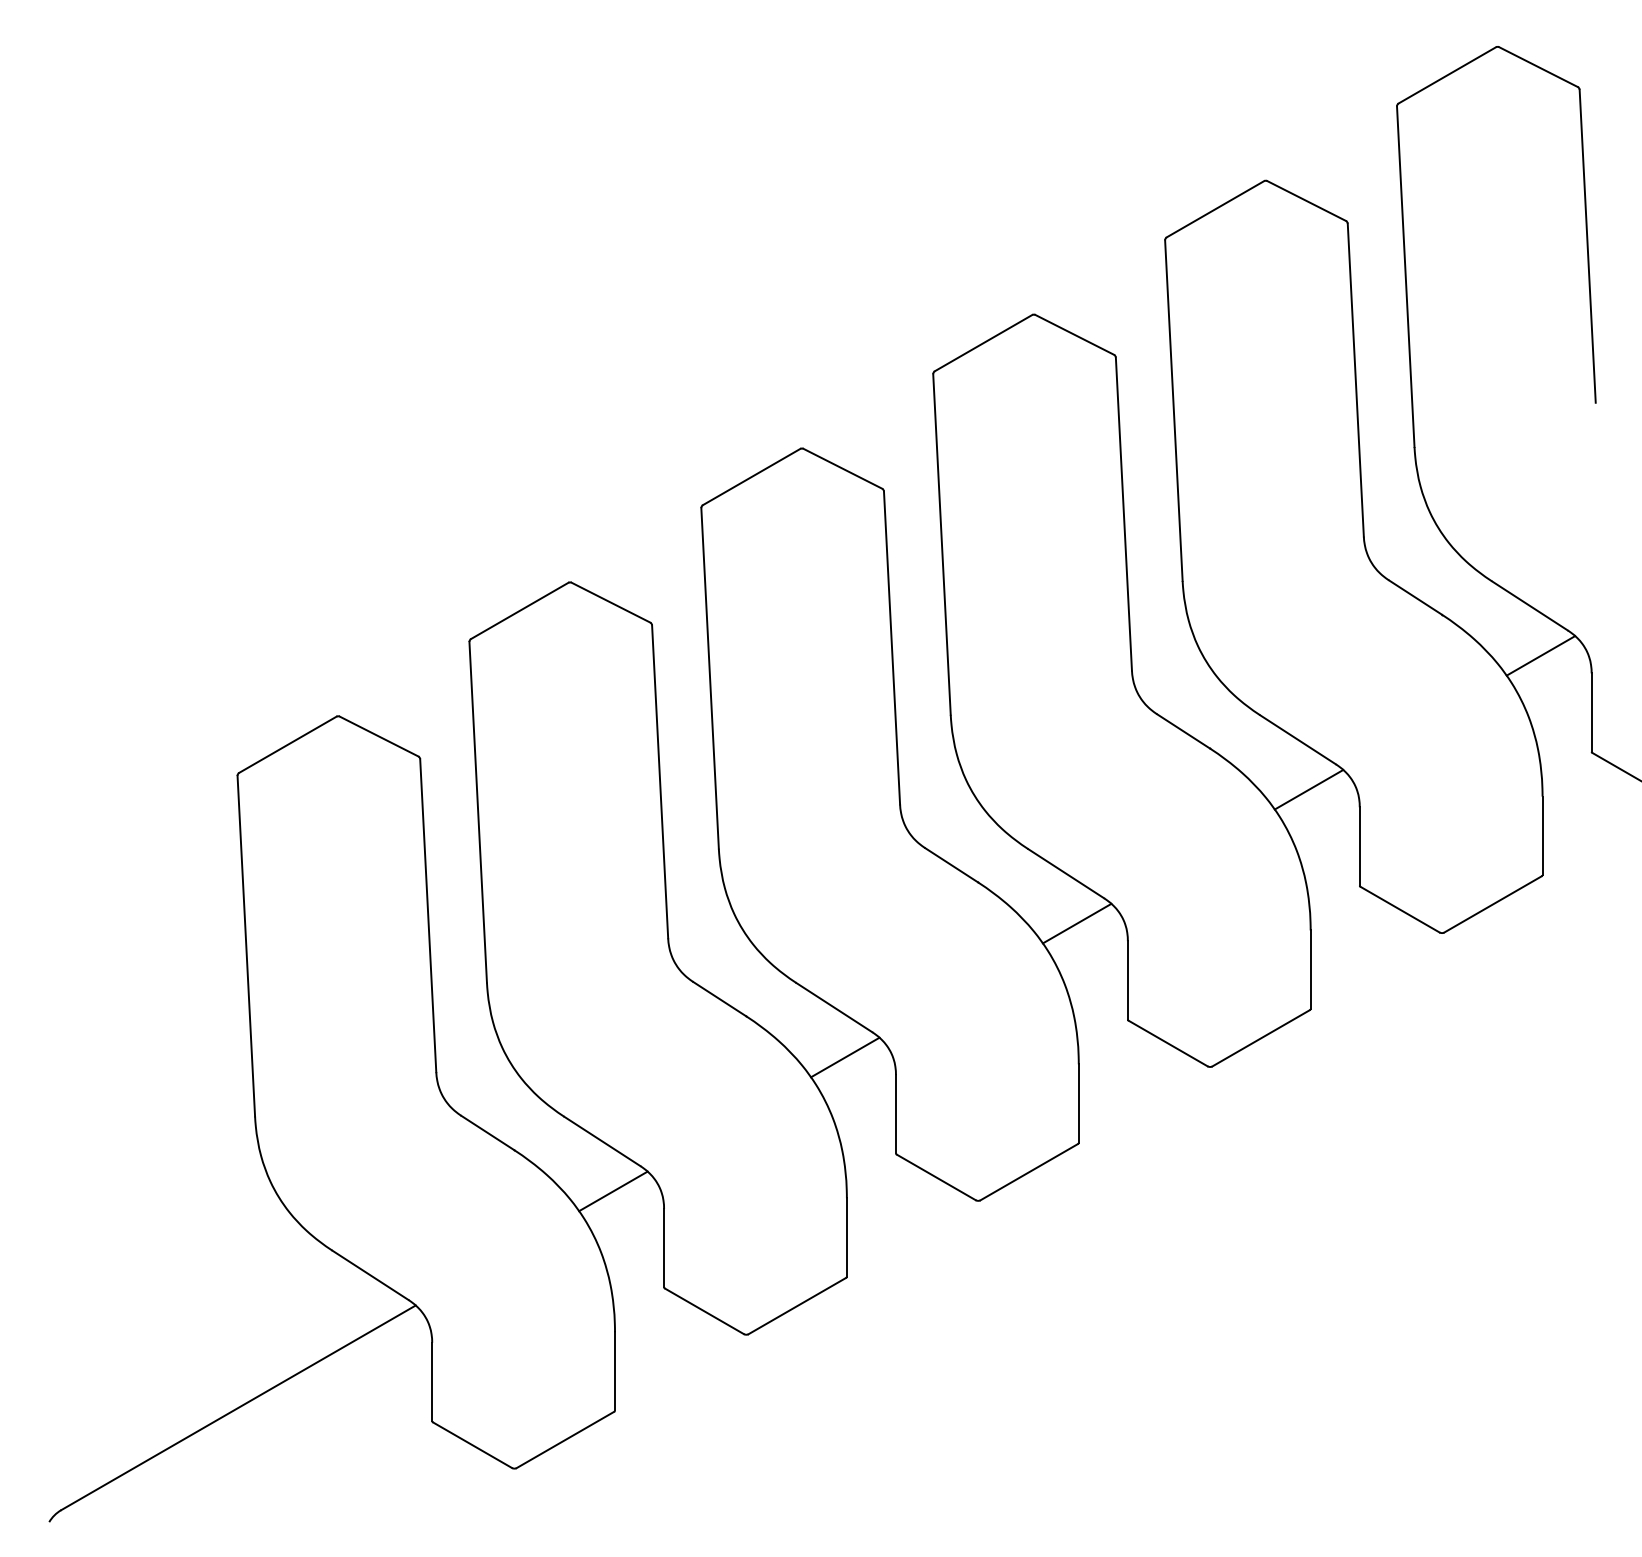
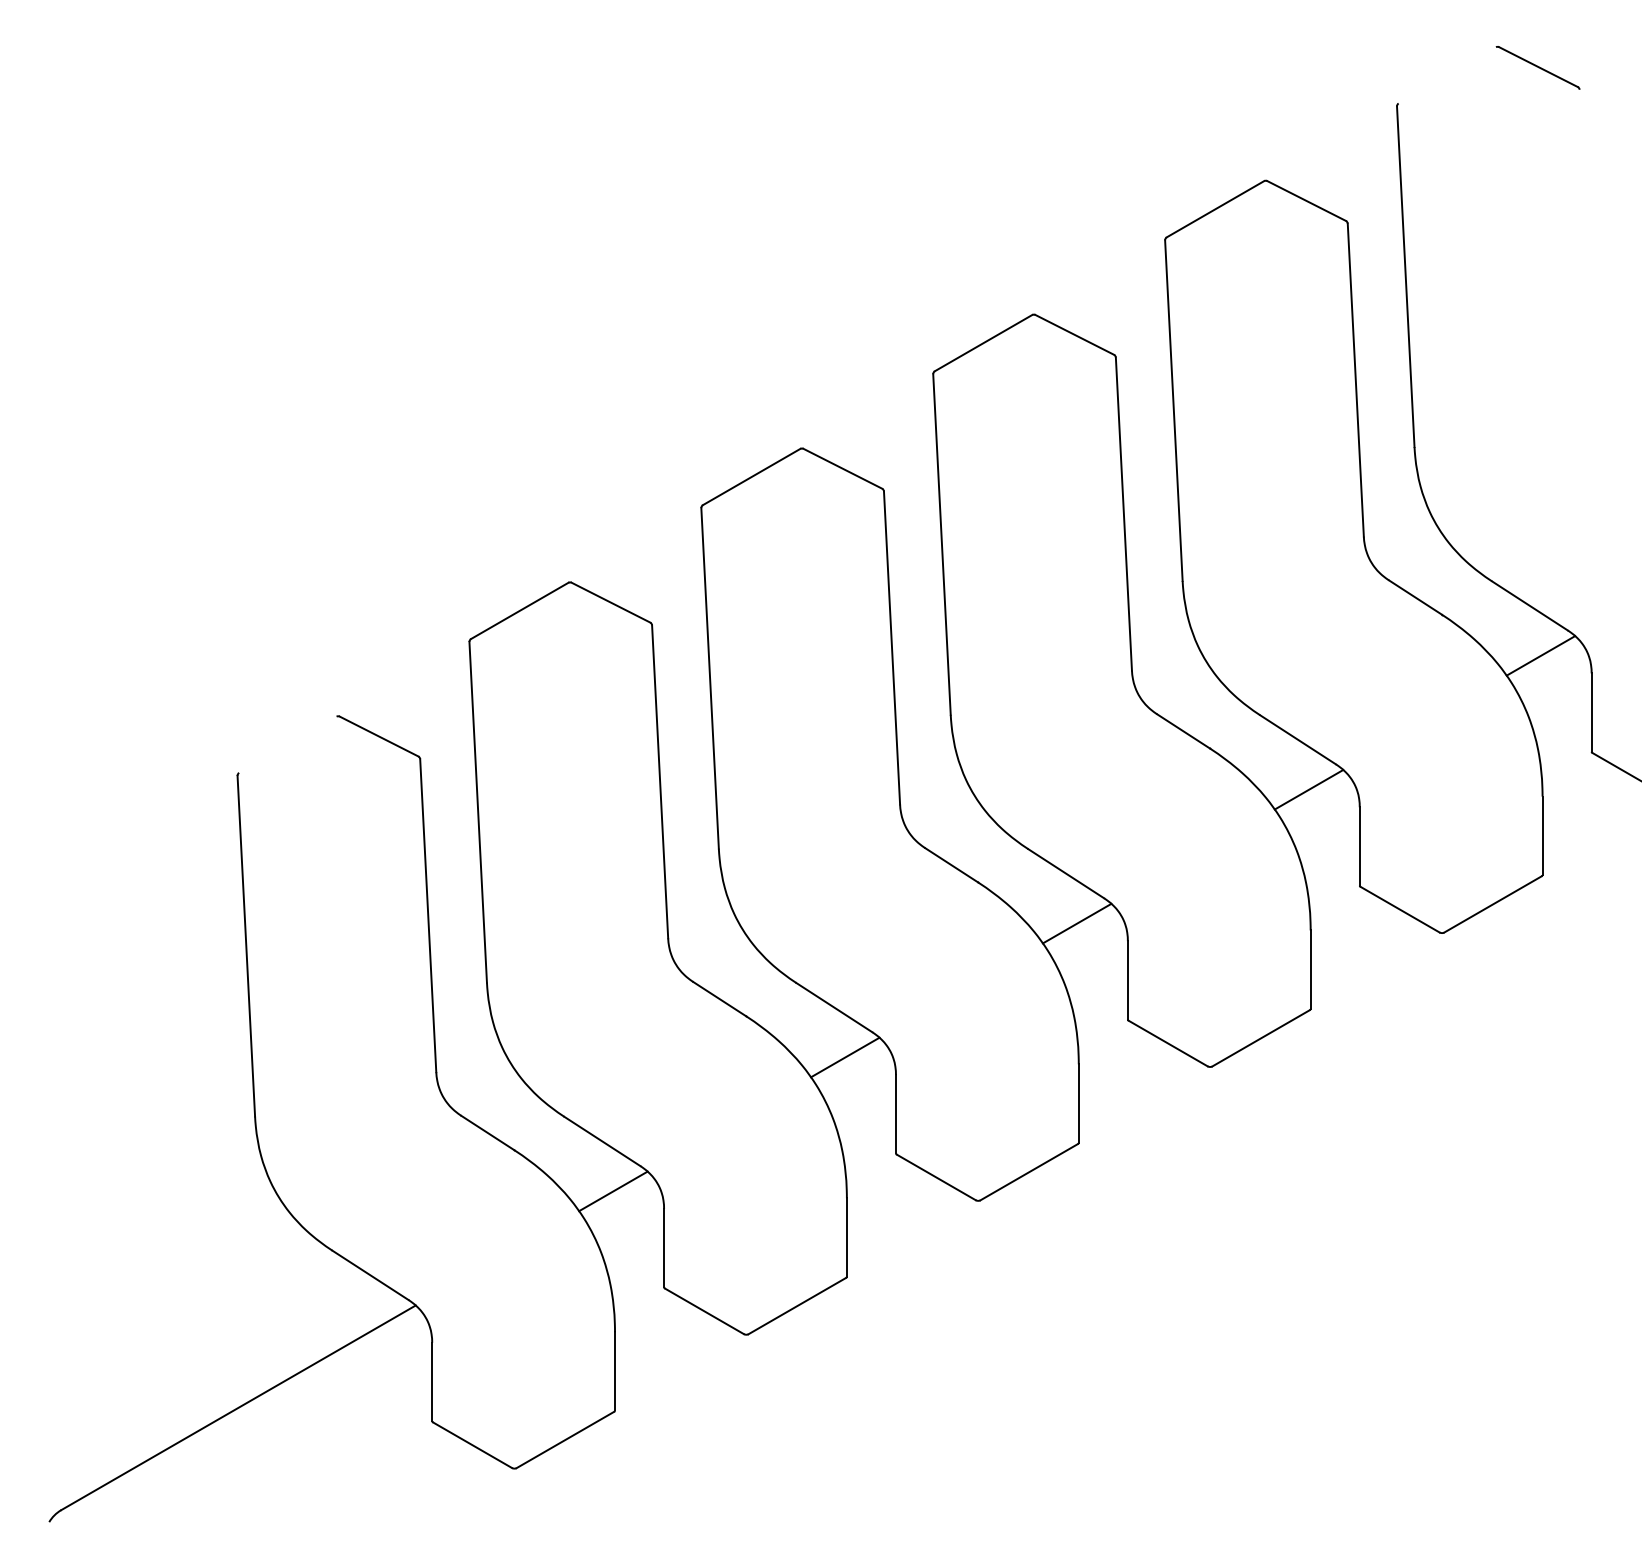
line at (1447, 75): present -> none
line at (1587, 245): present -> none
line at (287, 744): present -> none
